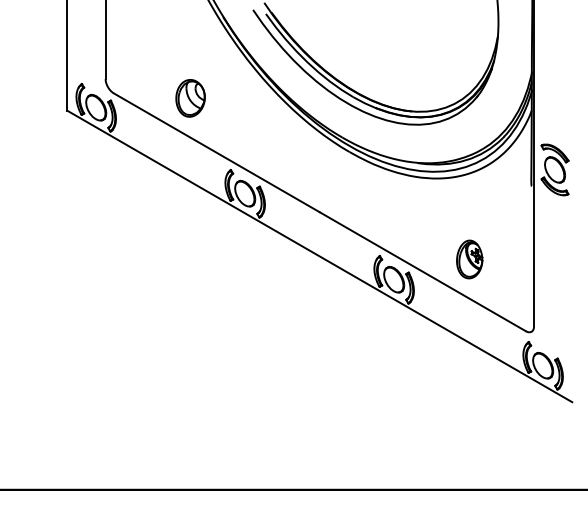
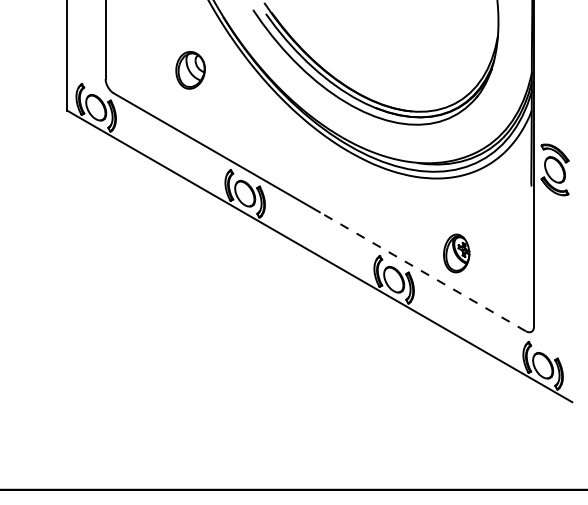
part at (190, 98) position: (190, 98) -> (190, 70)
part at (469, 259) position: (469, 259) -> (456, 253)
line at (422, 271): solid -> dashed
